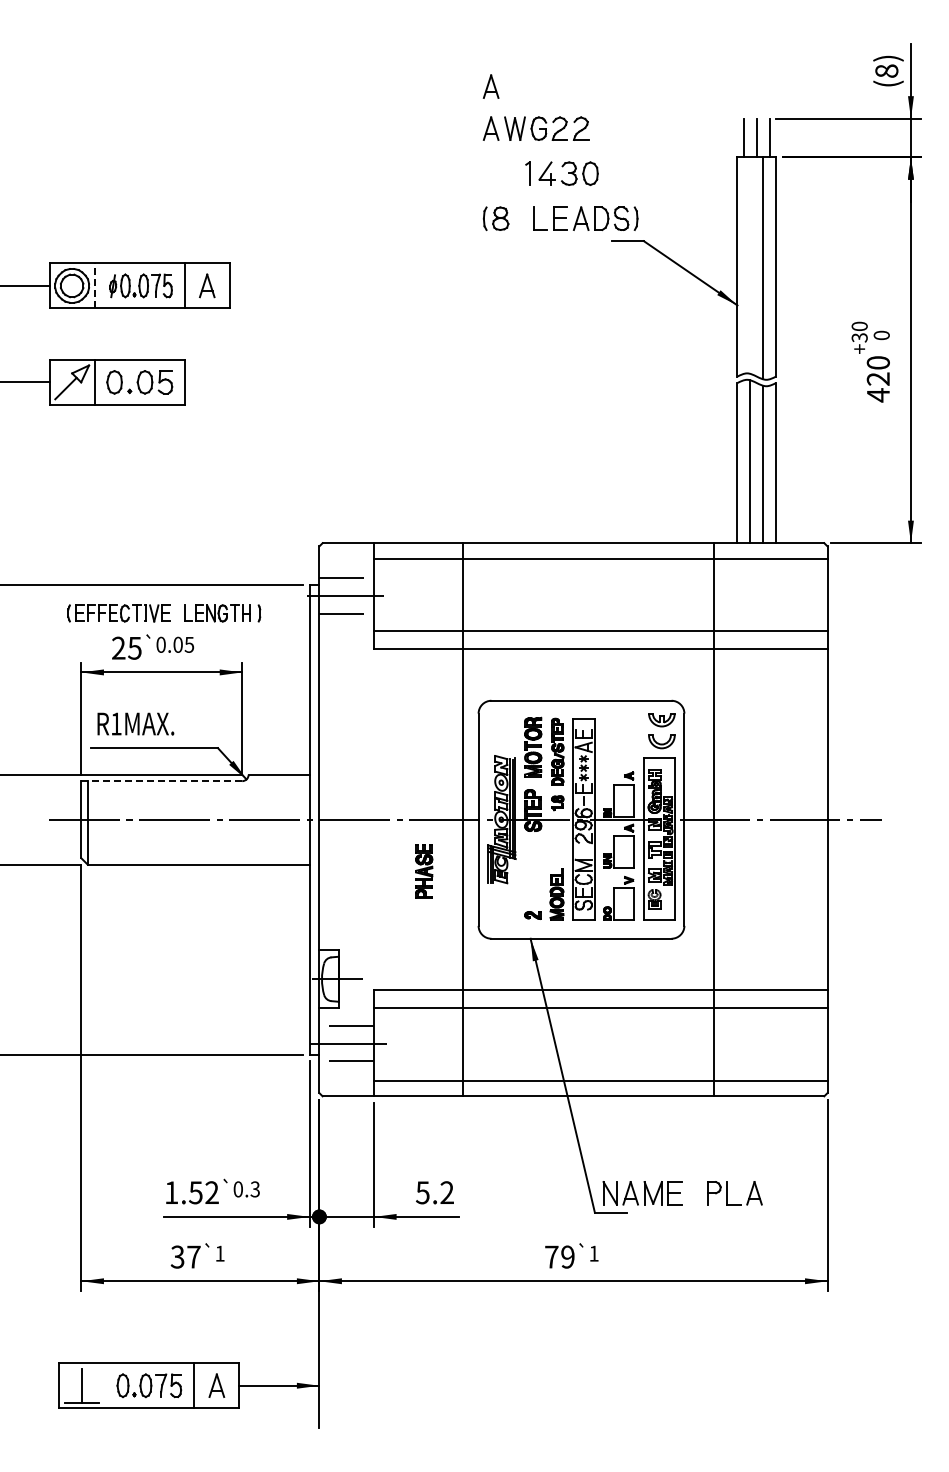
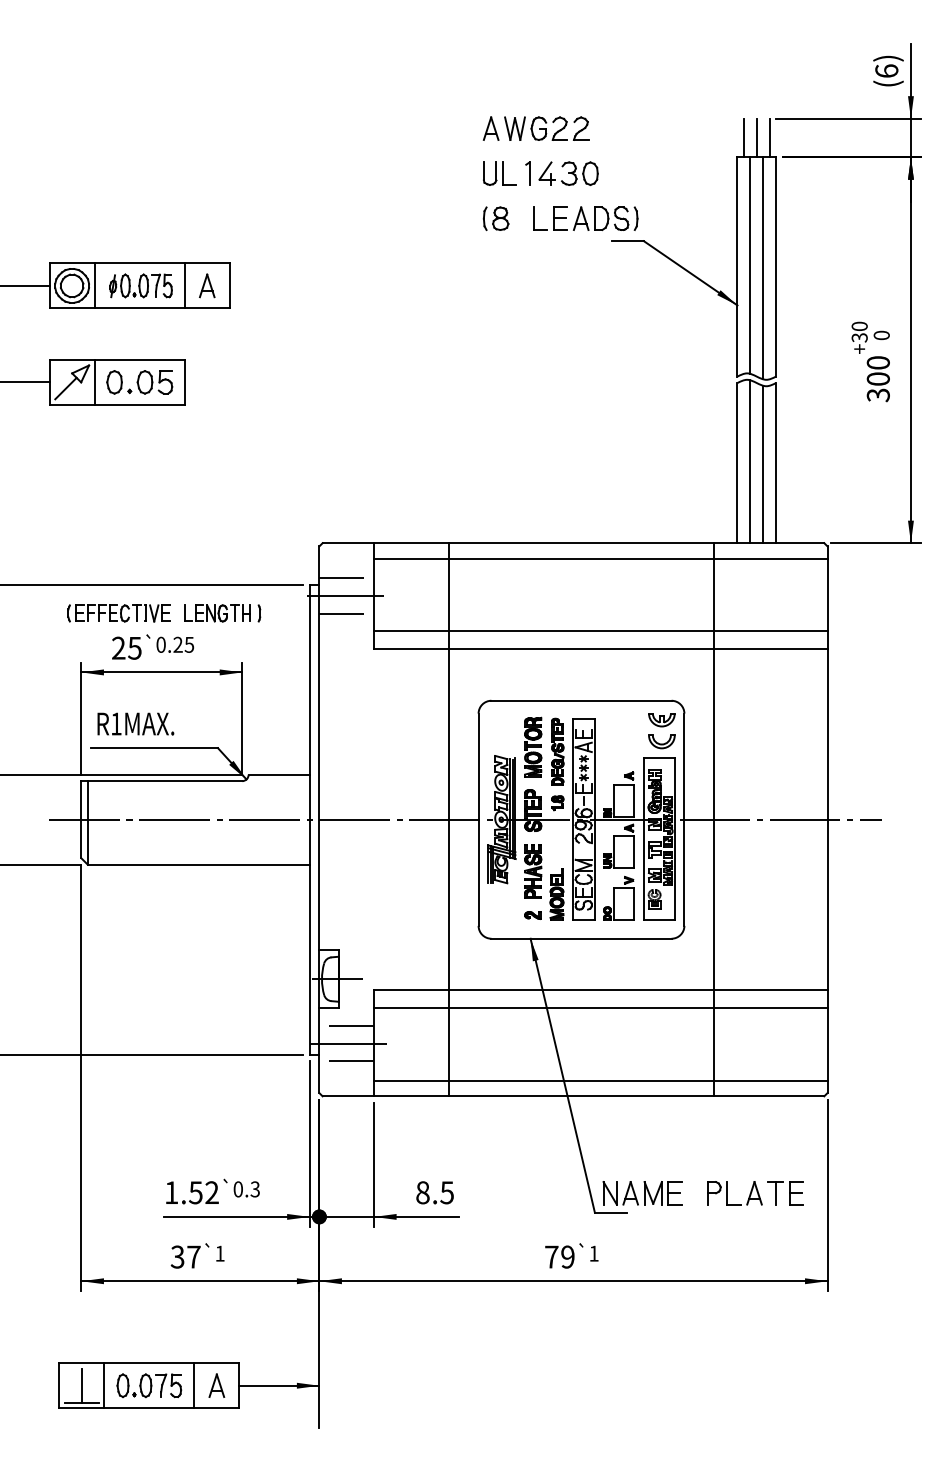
text at (886, 70): 8 -> 6
part at (490, 86): present -> none
part at (499, 173): none -> present
line at (750, 265): none -> present
line at (94, 285): dashed -> solid
text at (877, 387): 420 -> 300
text at (177, 644): 0.05 -> 0.25
line at (161, 781): dashed -> solid
line at (462, 819) position: (462, 819) -> (448, 819)
part at (424, 871) position: (424, 871) -> (533, 871)
text at (434, 1192): 5.2 -> 8.5
part at (785, 1193): none -> present
line at (104, 1385): none -> present
